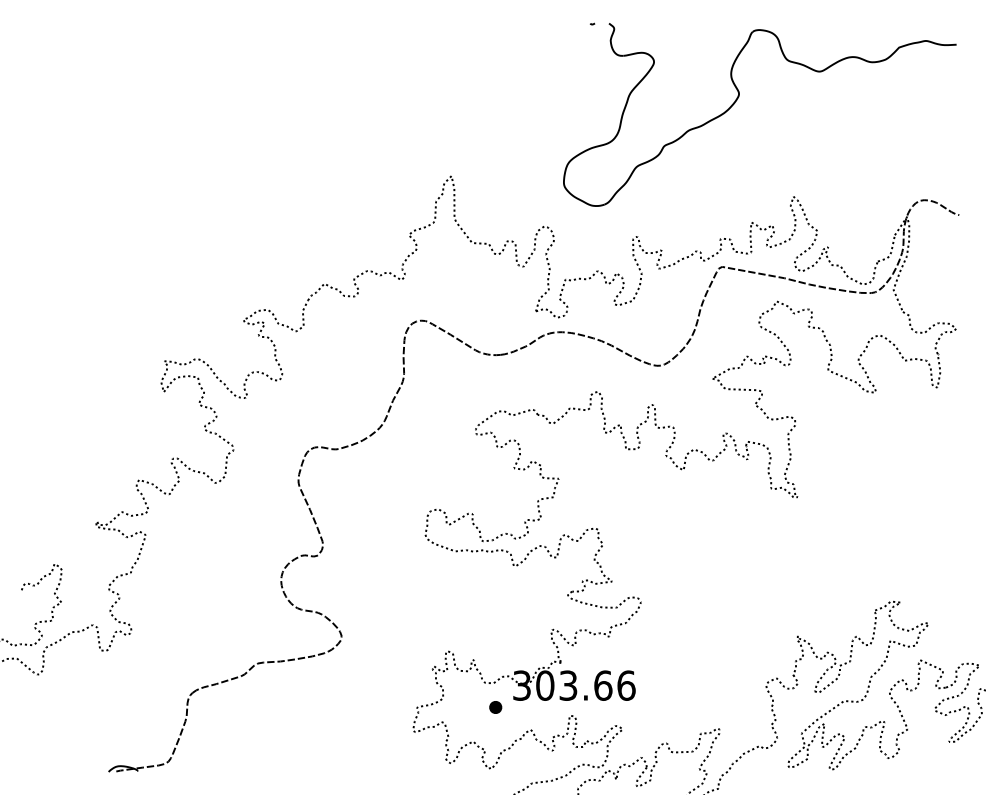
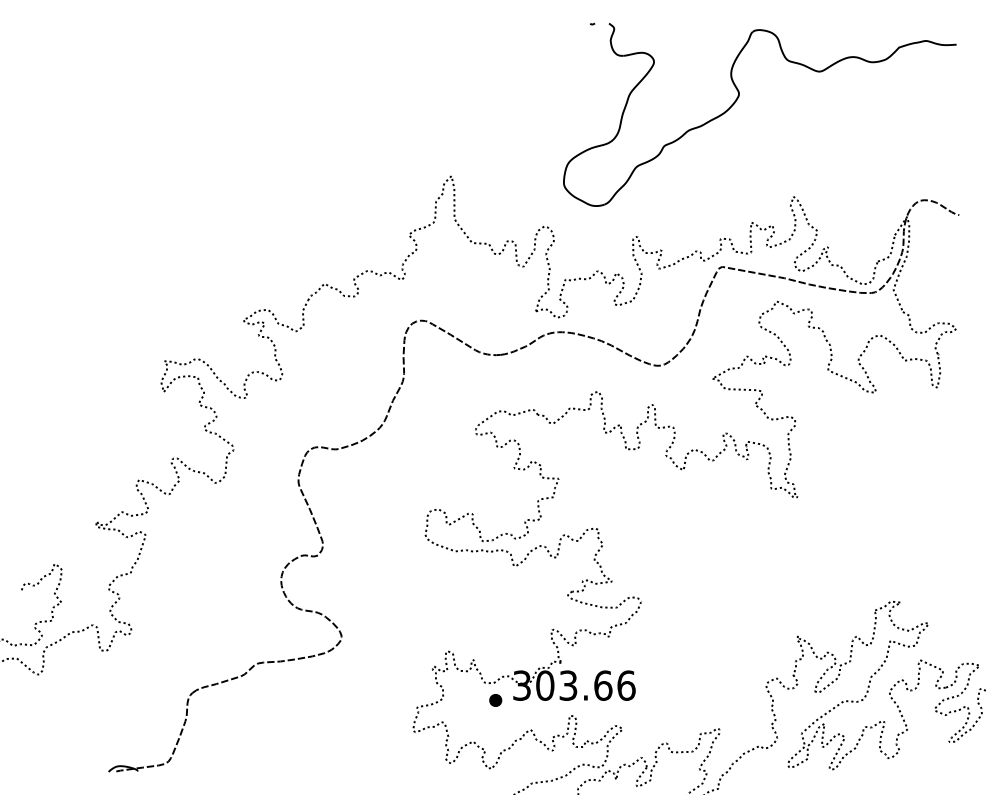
part at (495, 707) position: (495, 707) -> (495, 700)
